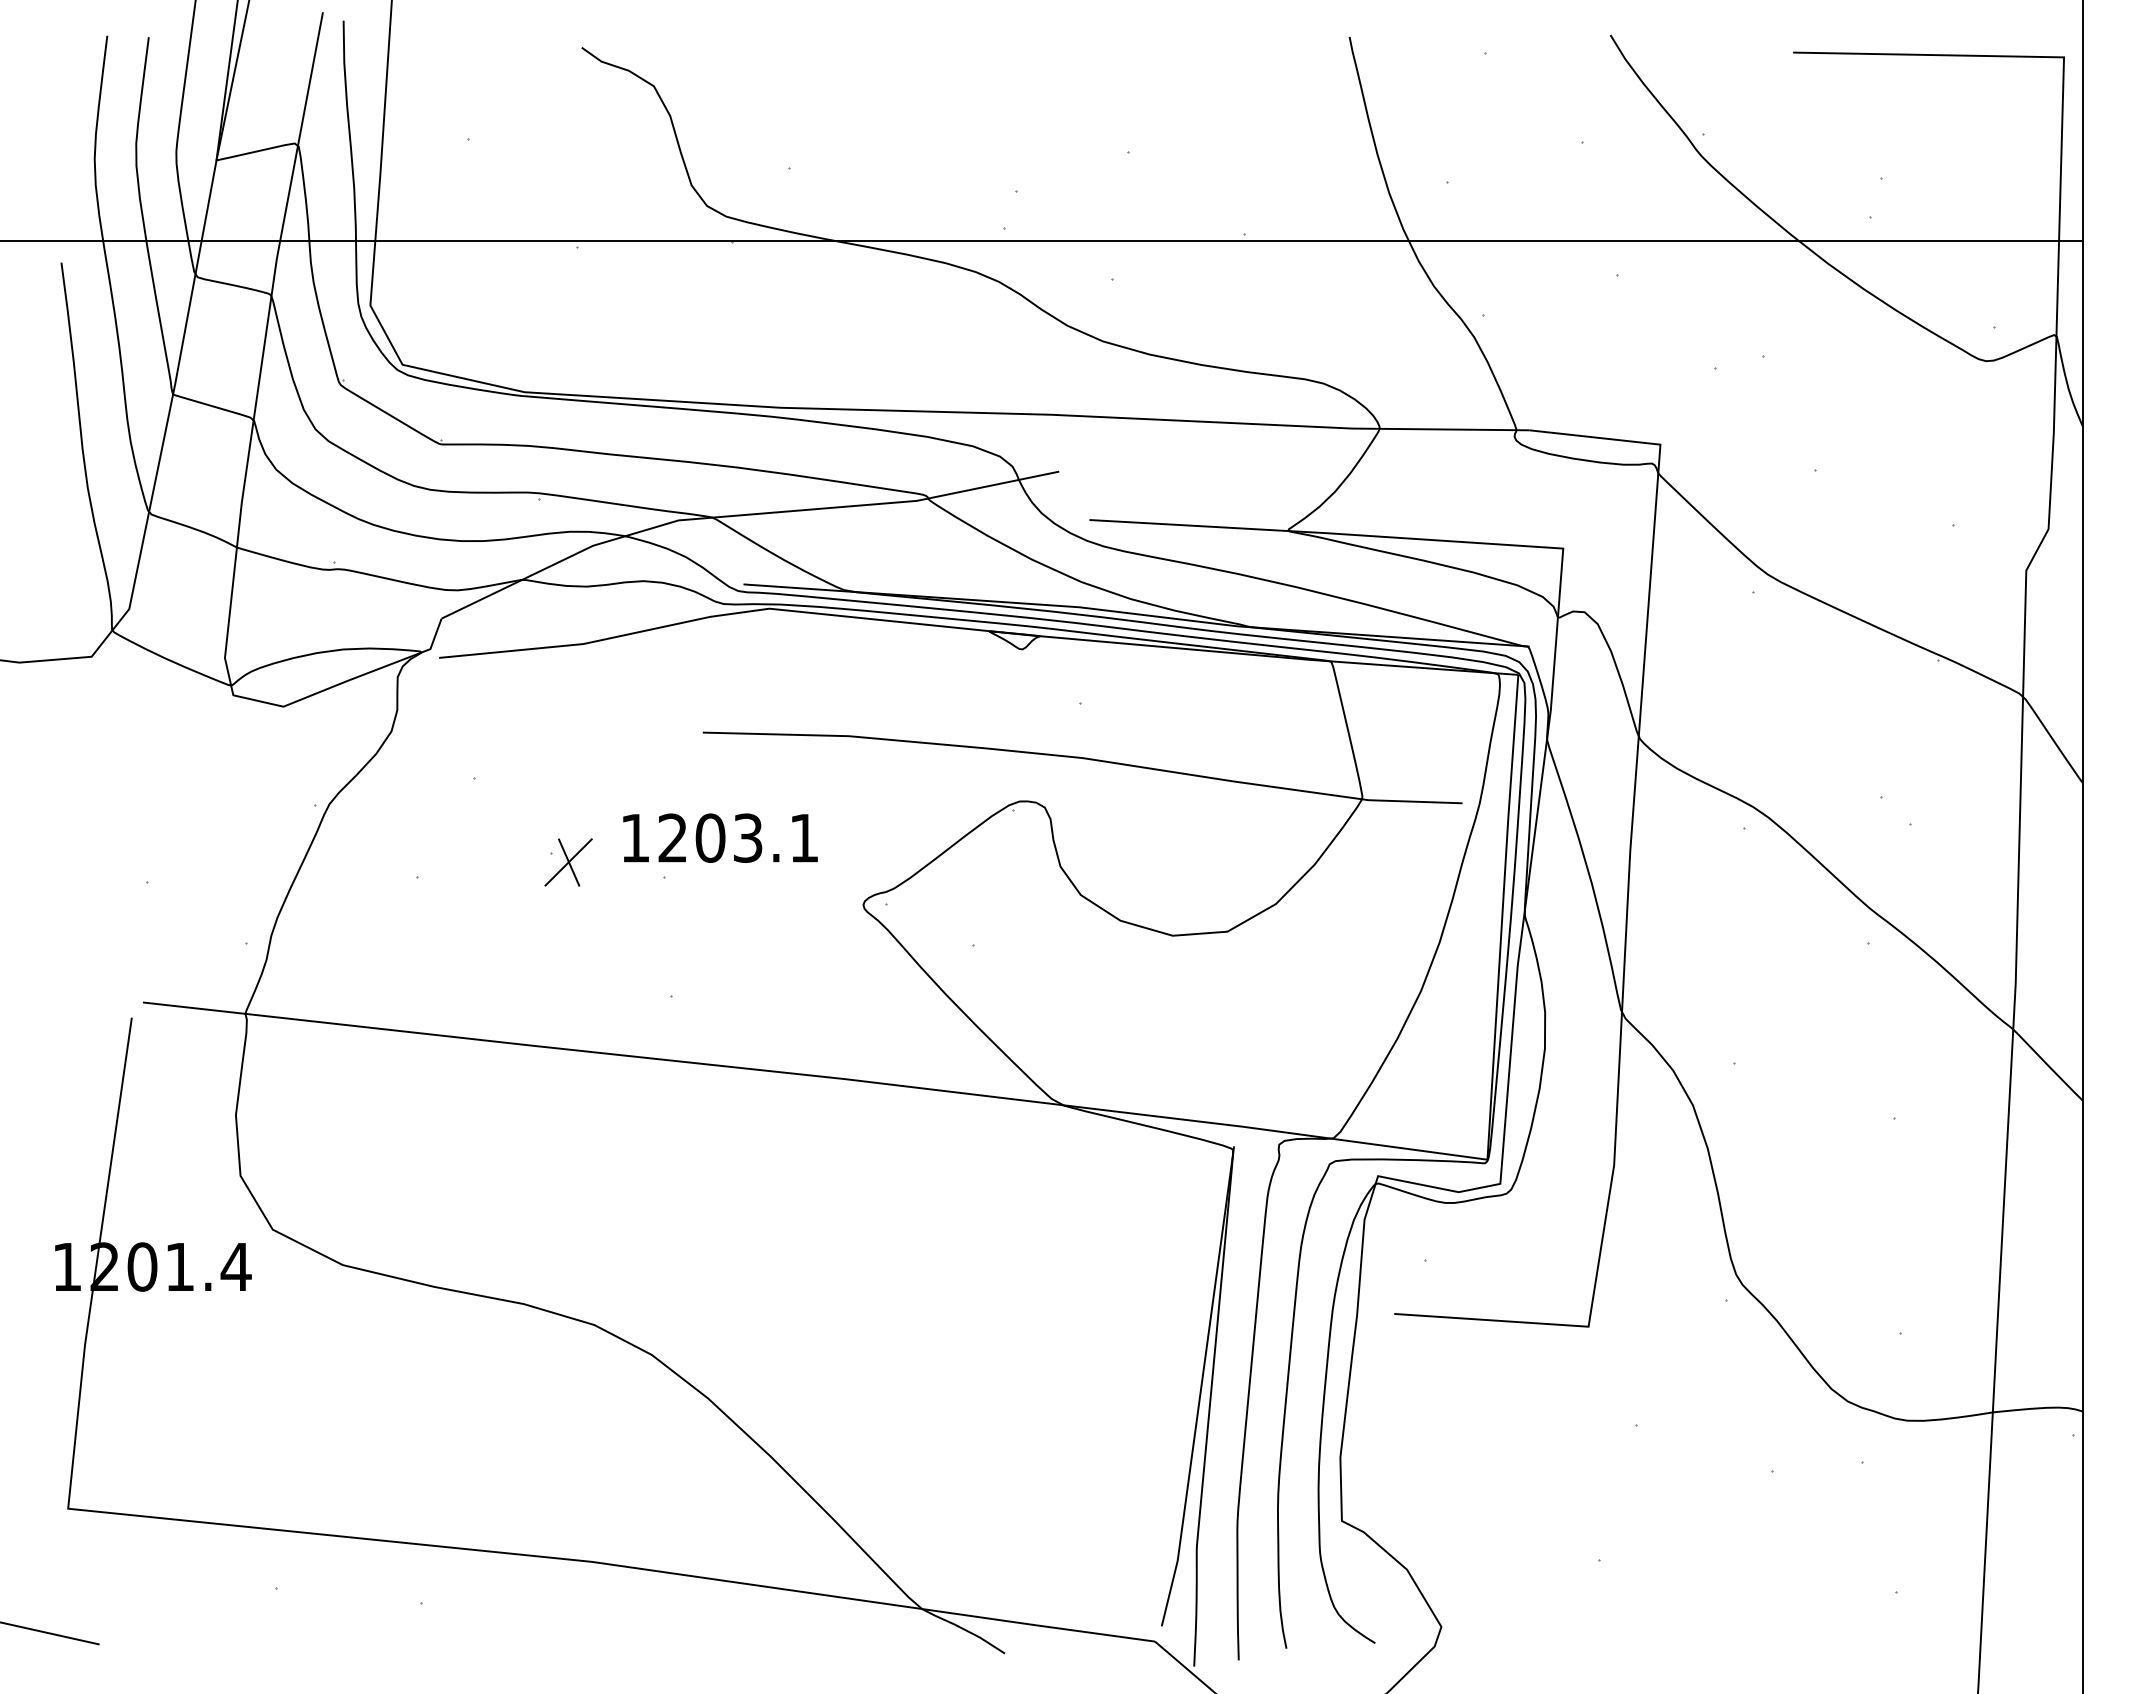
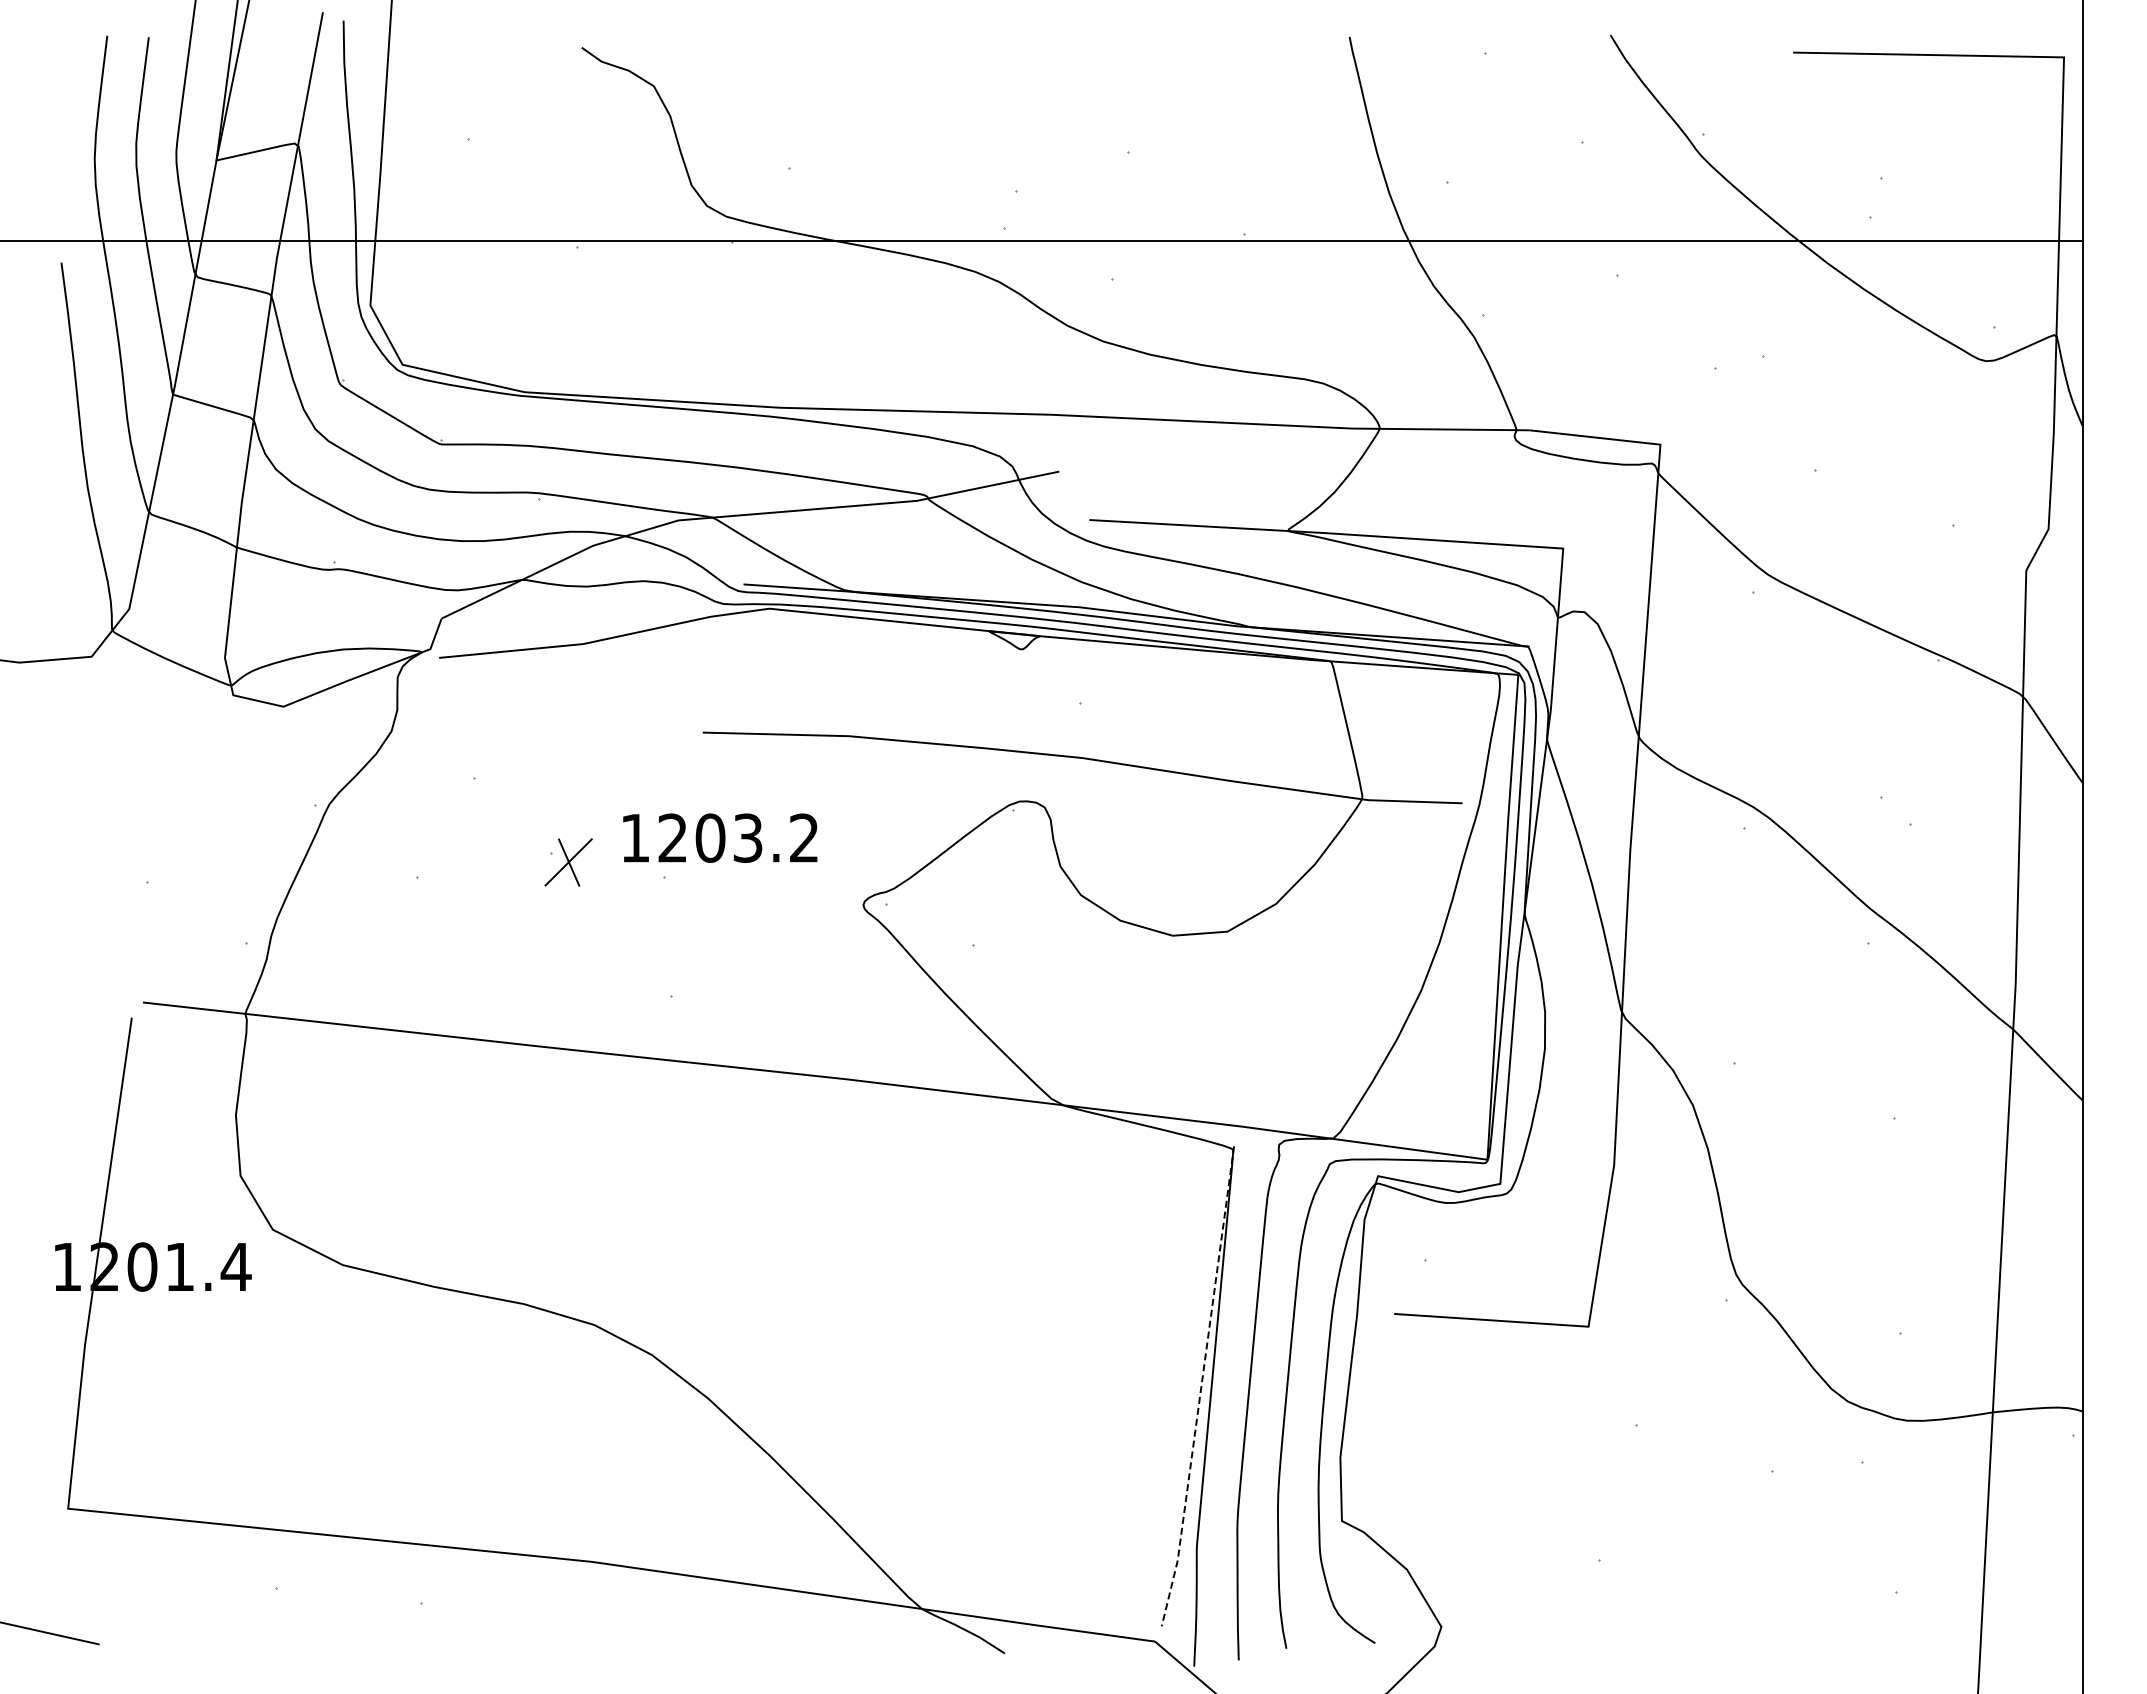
text at (803, 837): 1203.1 -> 1203.2
line at (1201, 1387): solid -> dashed
